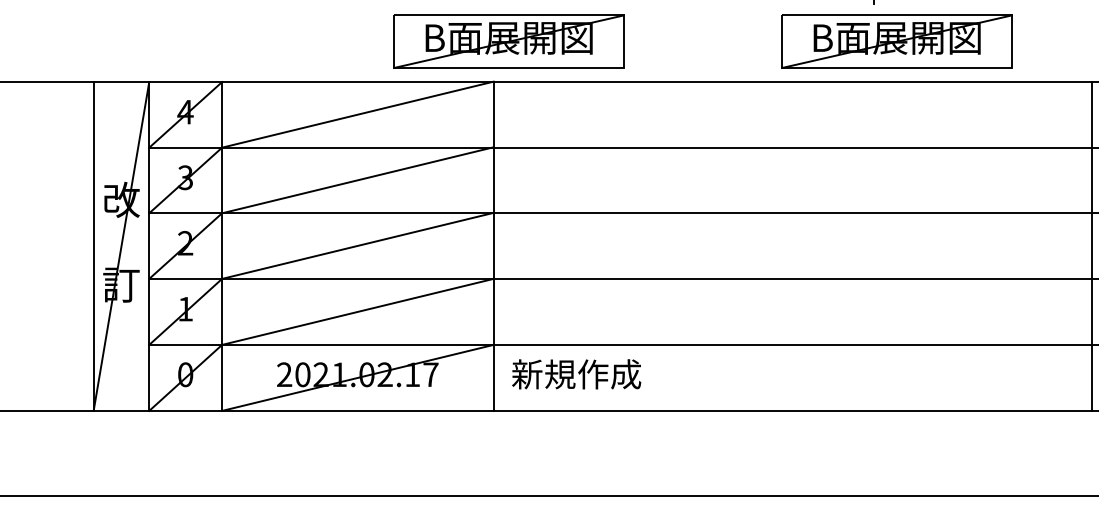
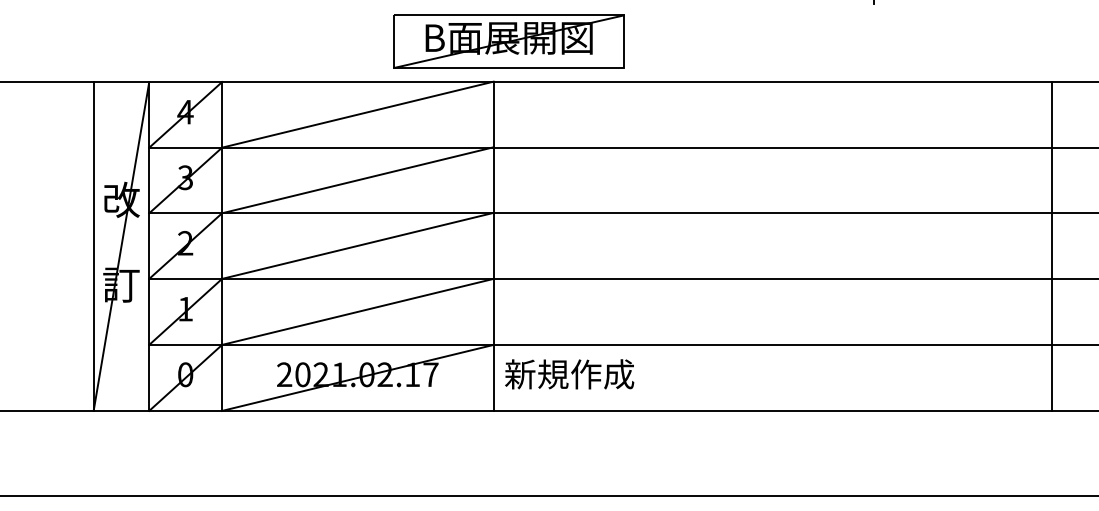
part at (896, 41): present -> none
line at (1091, 246) position: (1091, 246) -> (1051, 246)
text at (576, 374) position: (576, 374) -> (569, 374)
